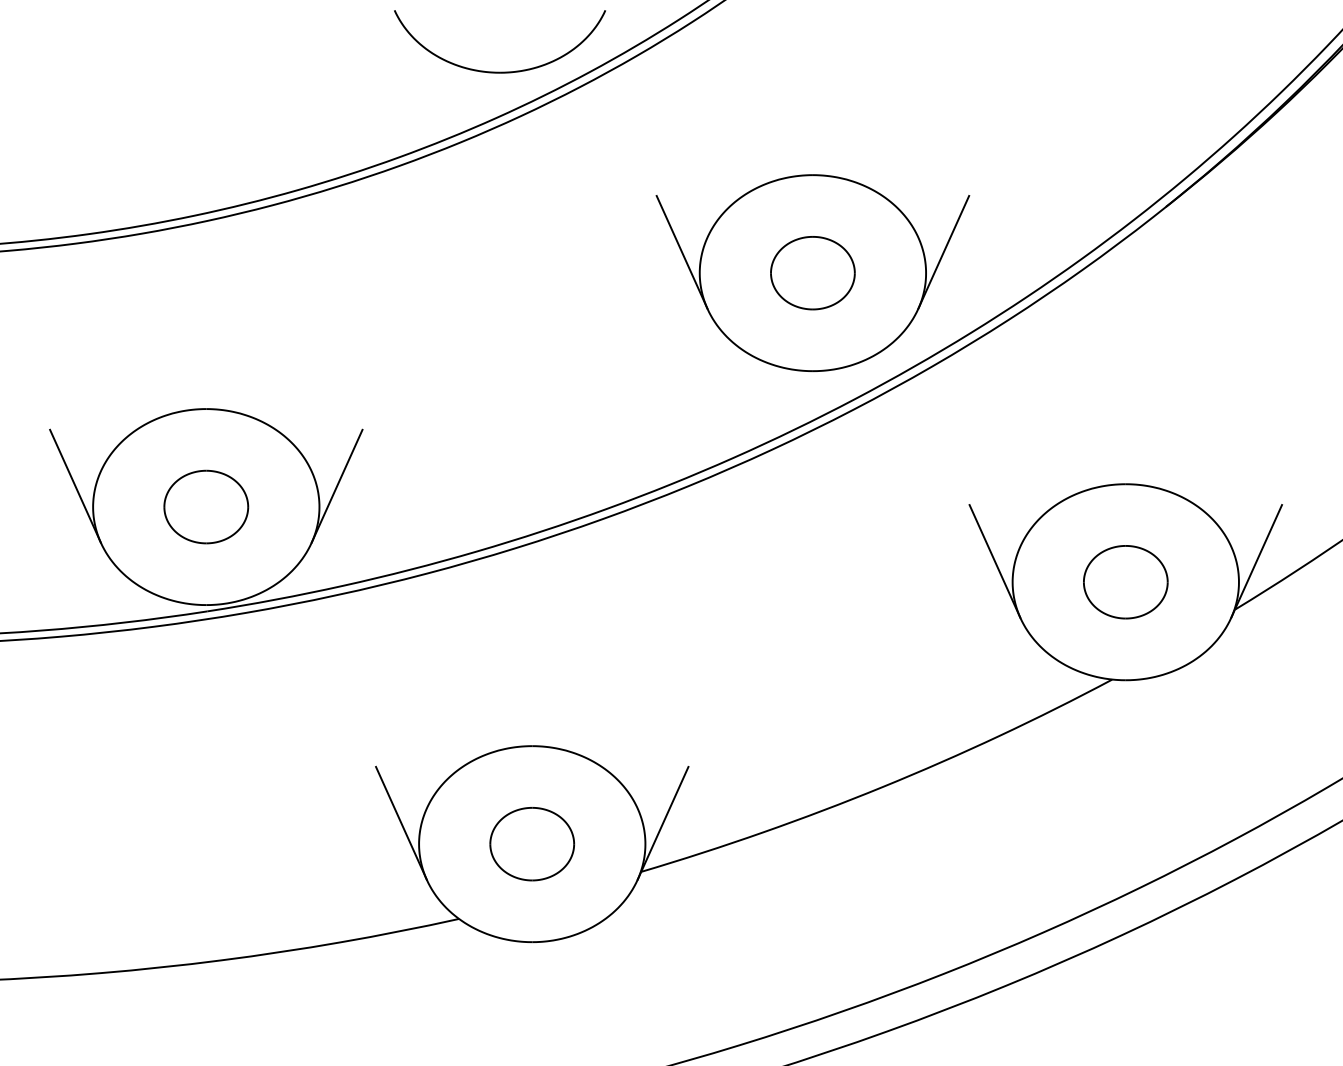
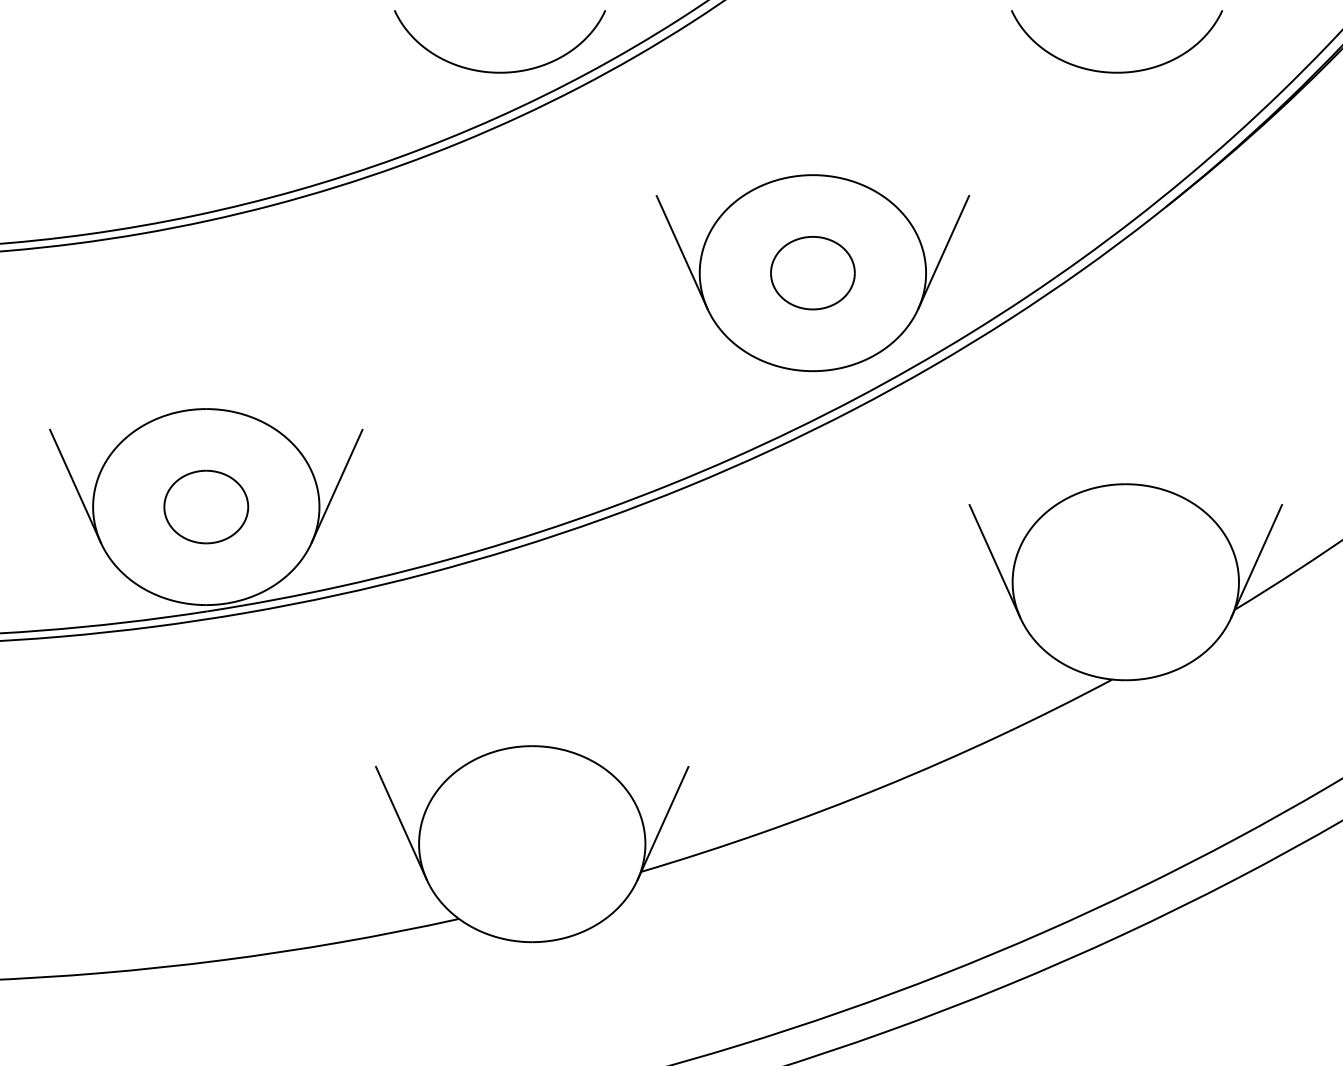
part at (1116, 71): none -> present
part at (1125, 582): present -> none
part at (531, 844): present -> none
